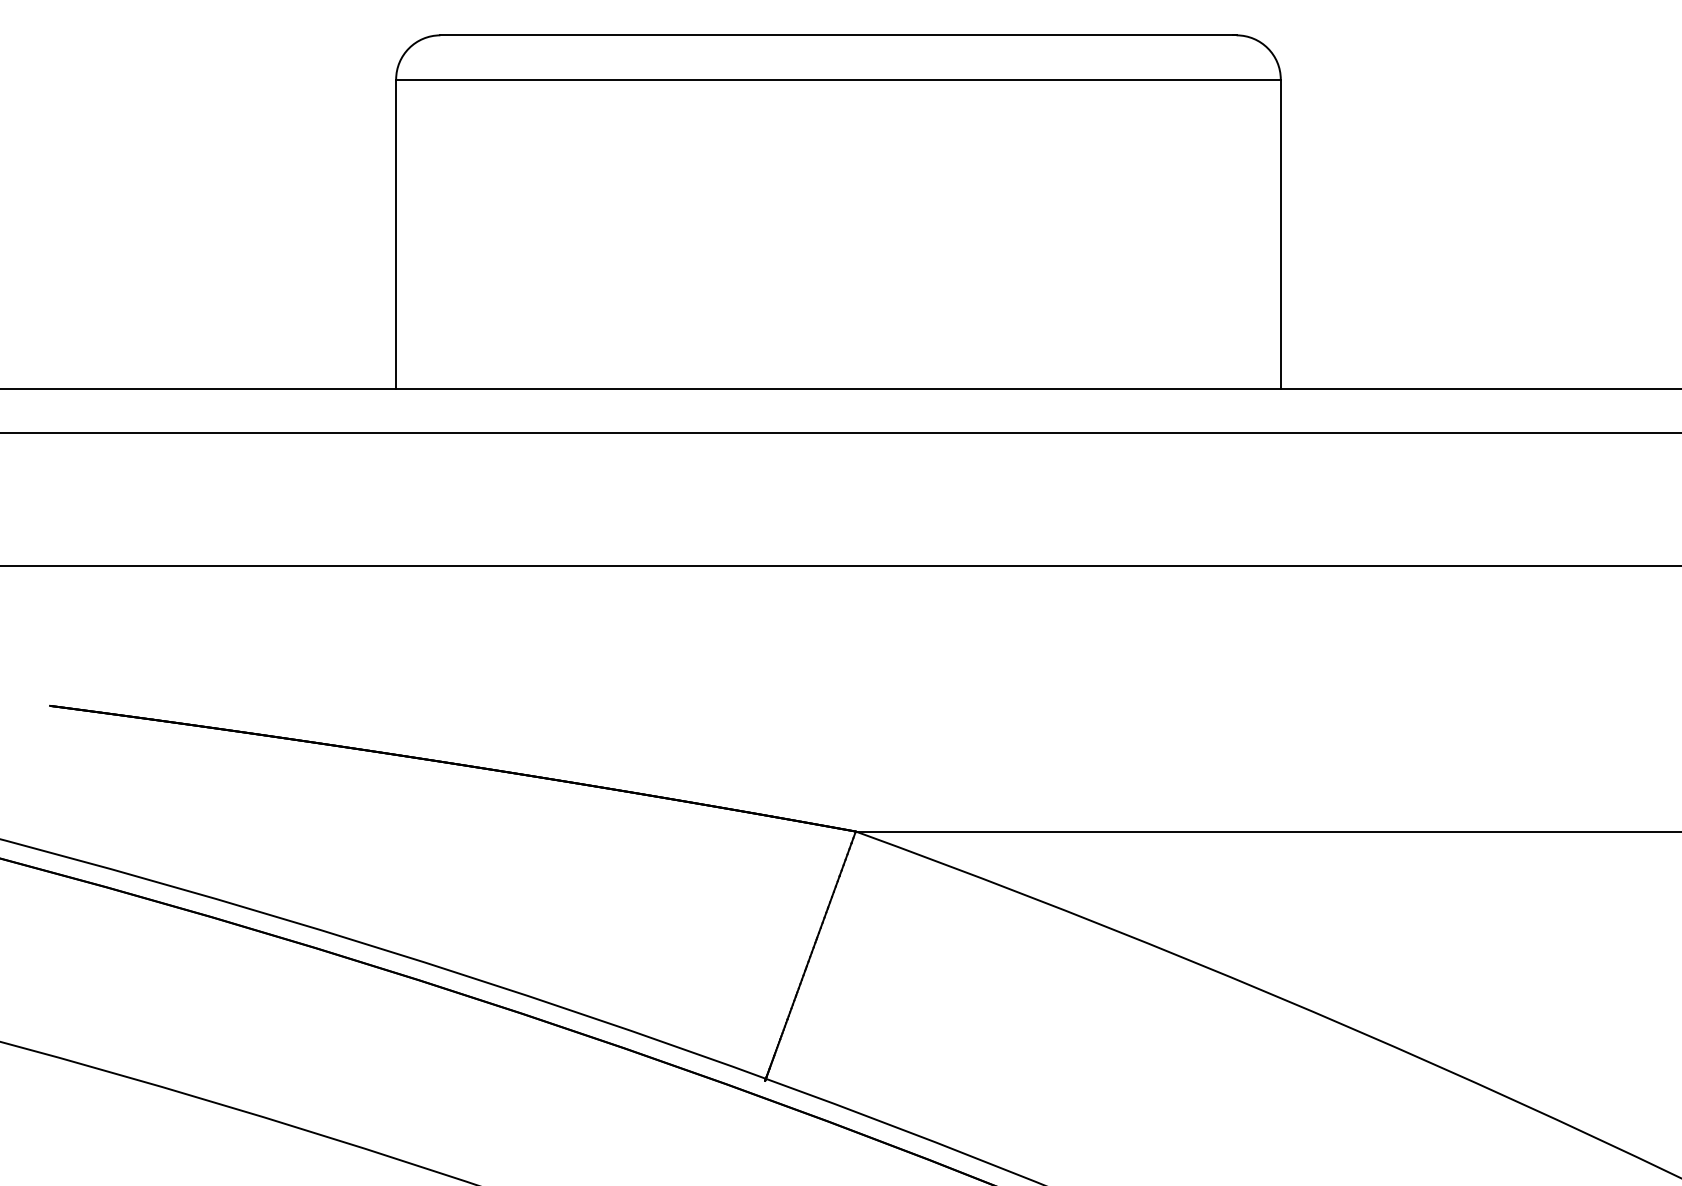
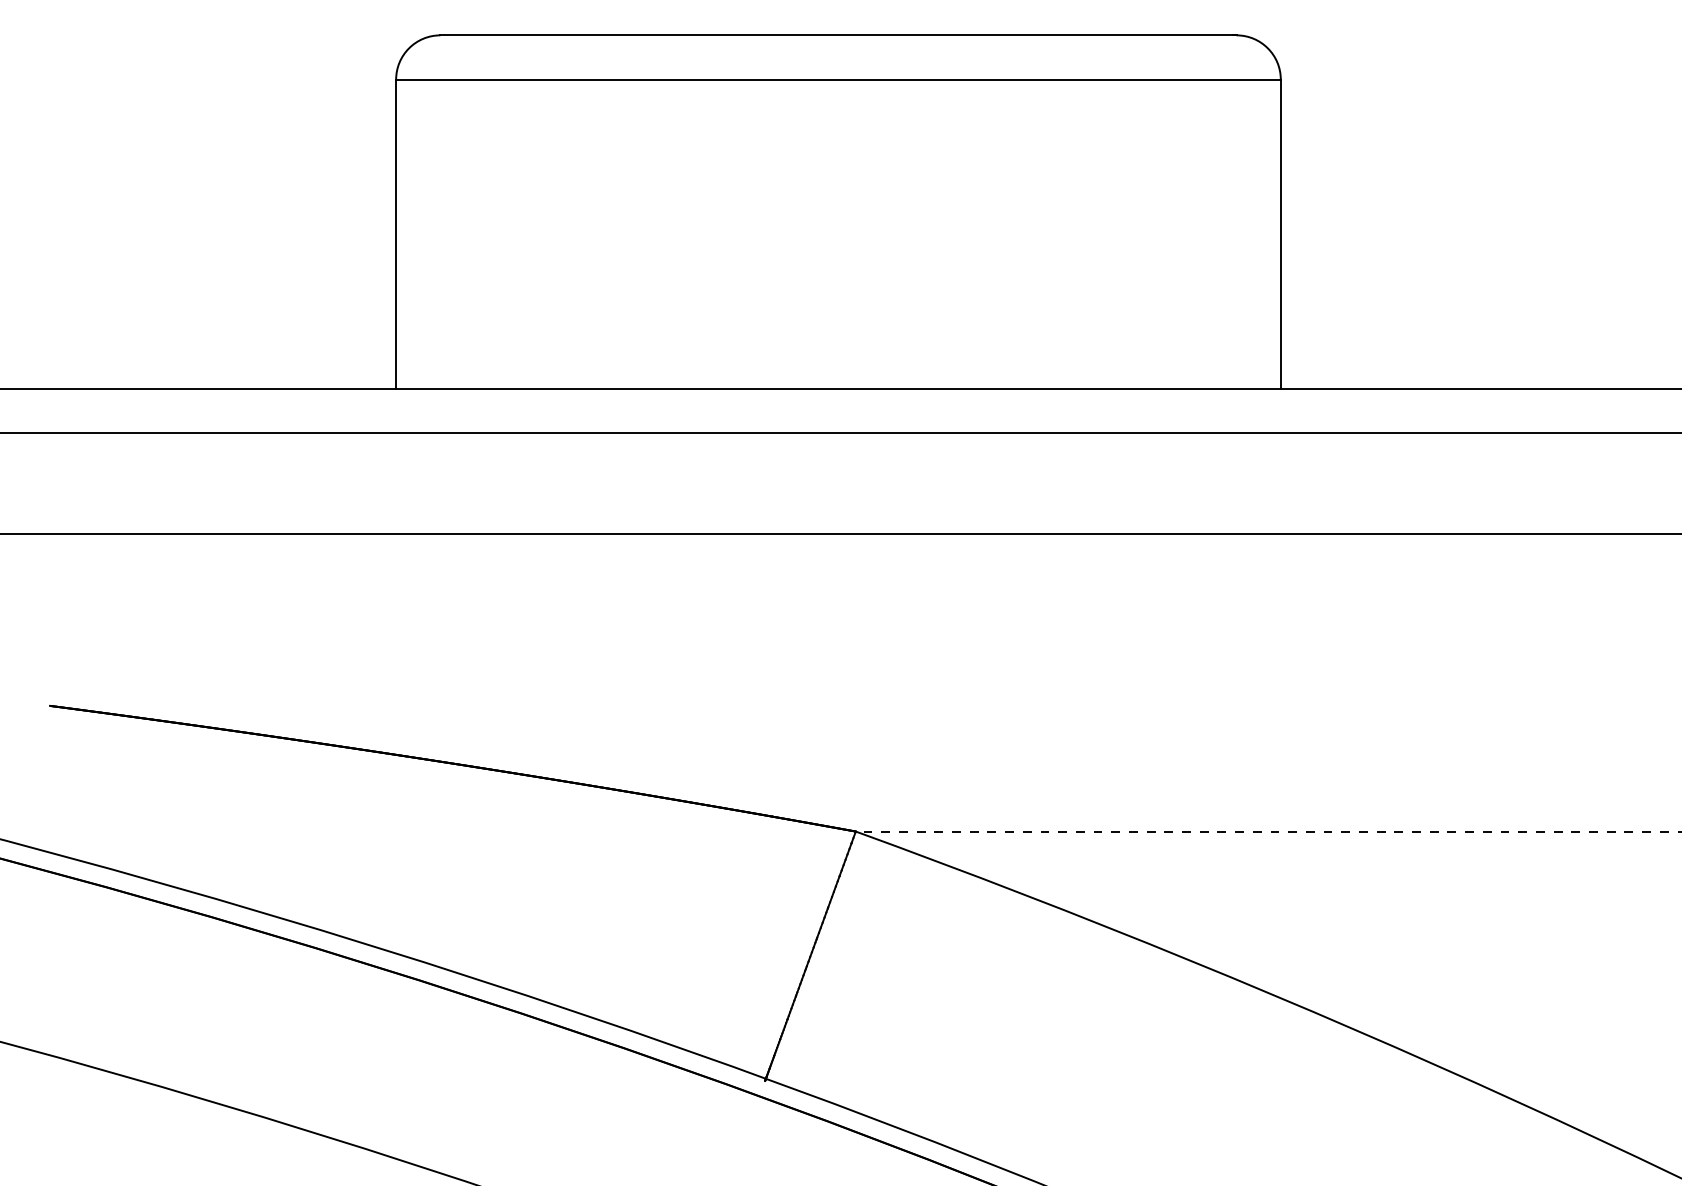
line at (840, 566) position: (840, 566) -> (840, 534)
line at (1268, 831): solid -> dashed
